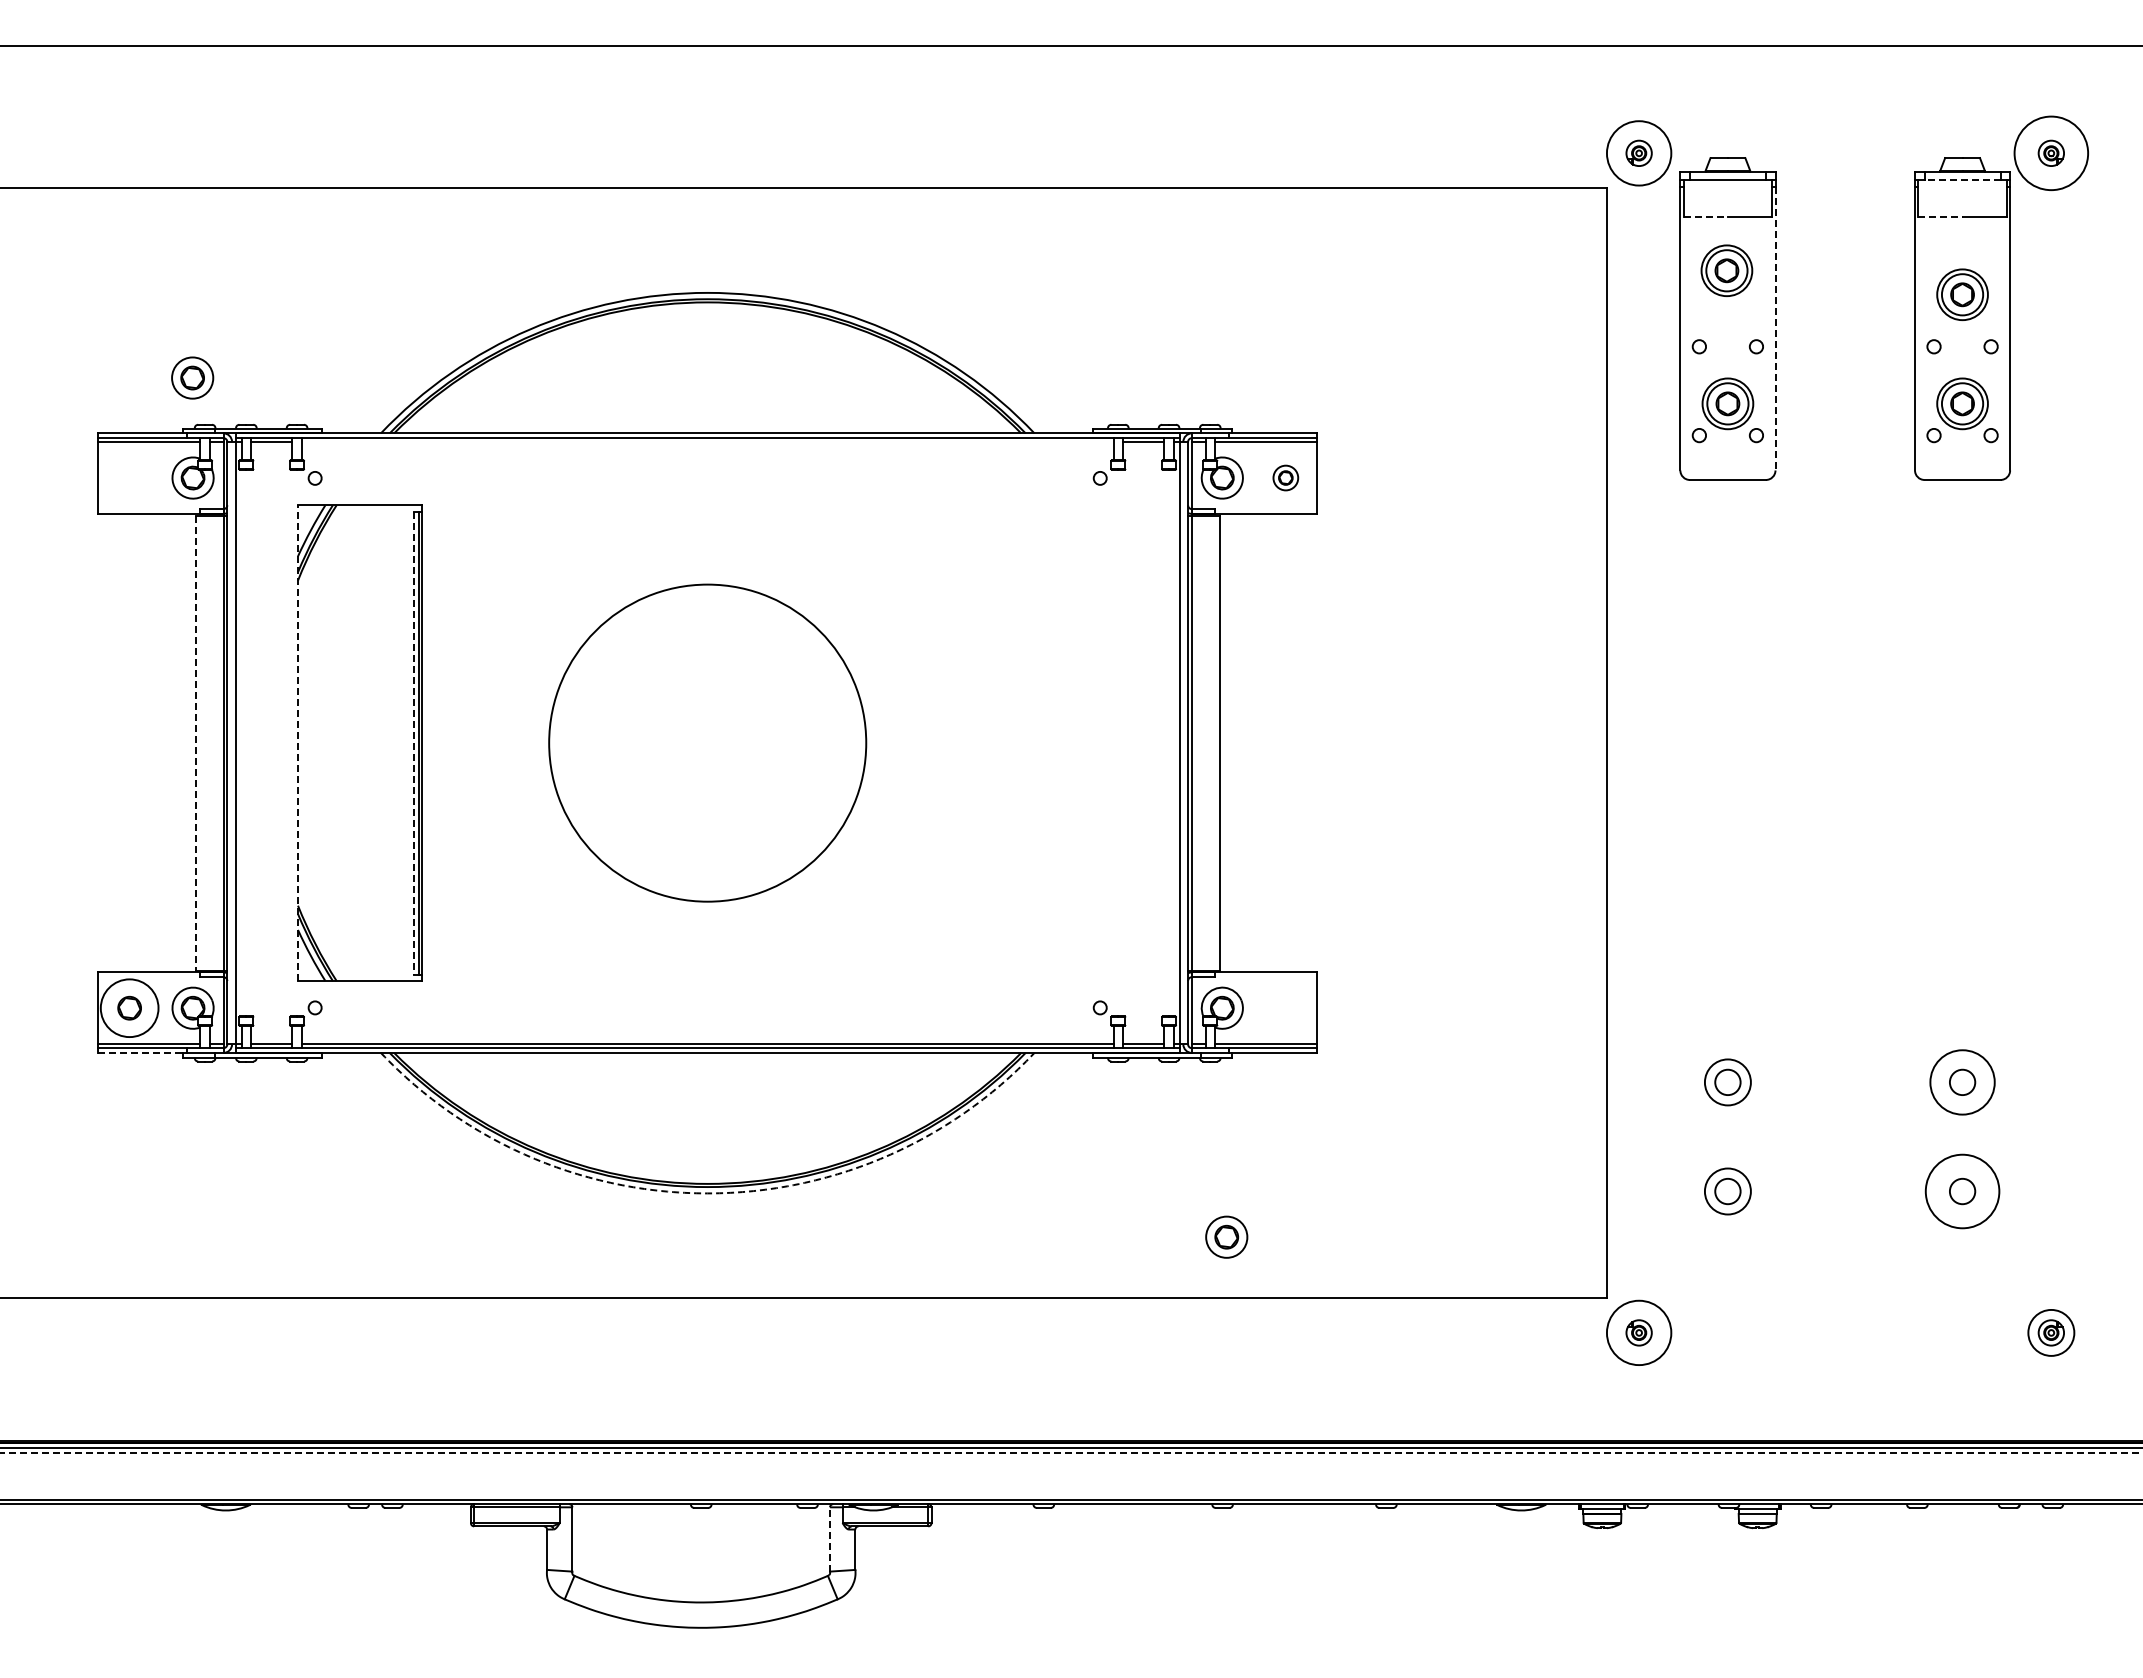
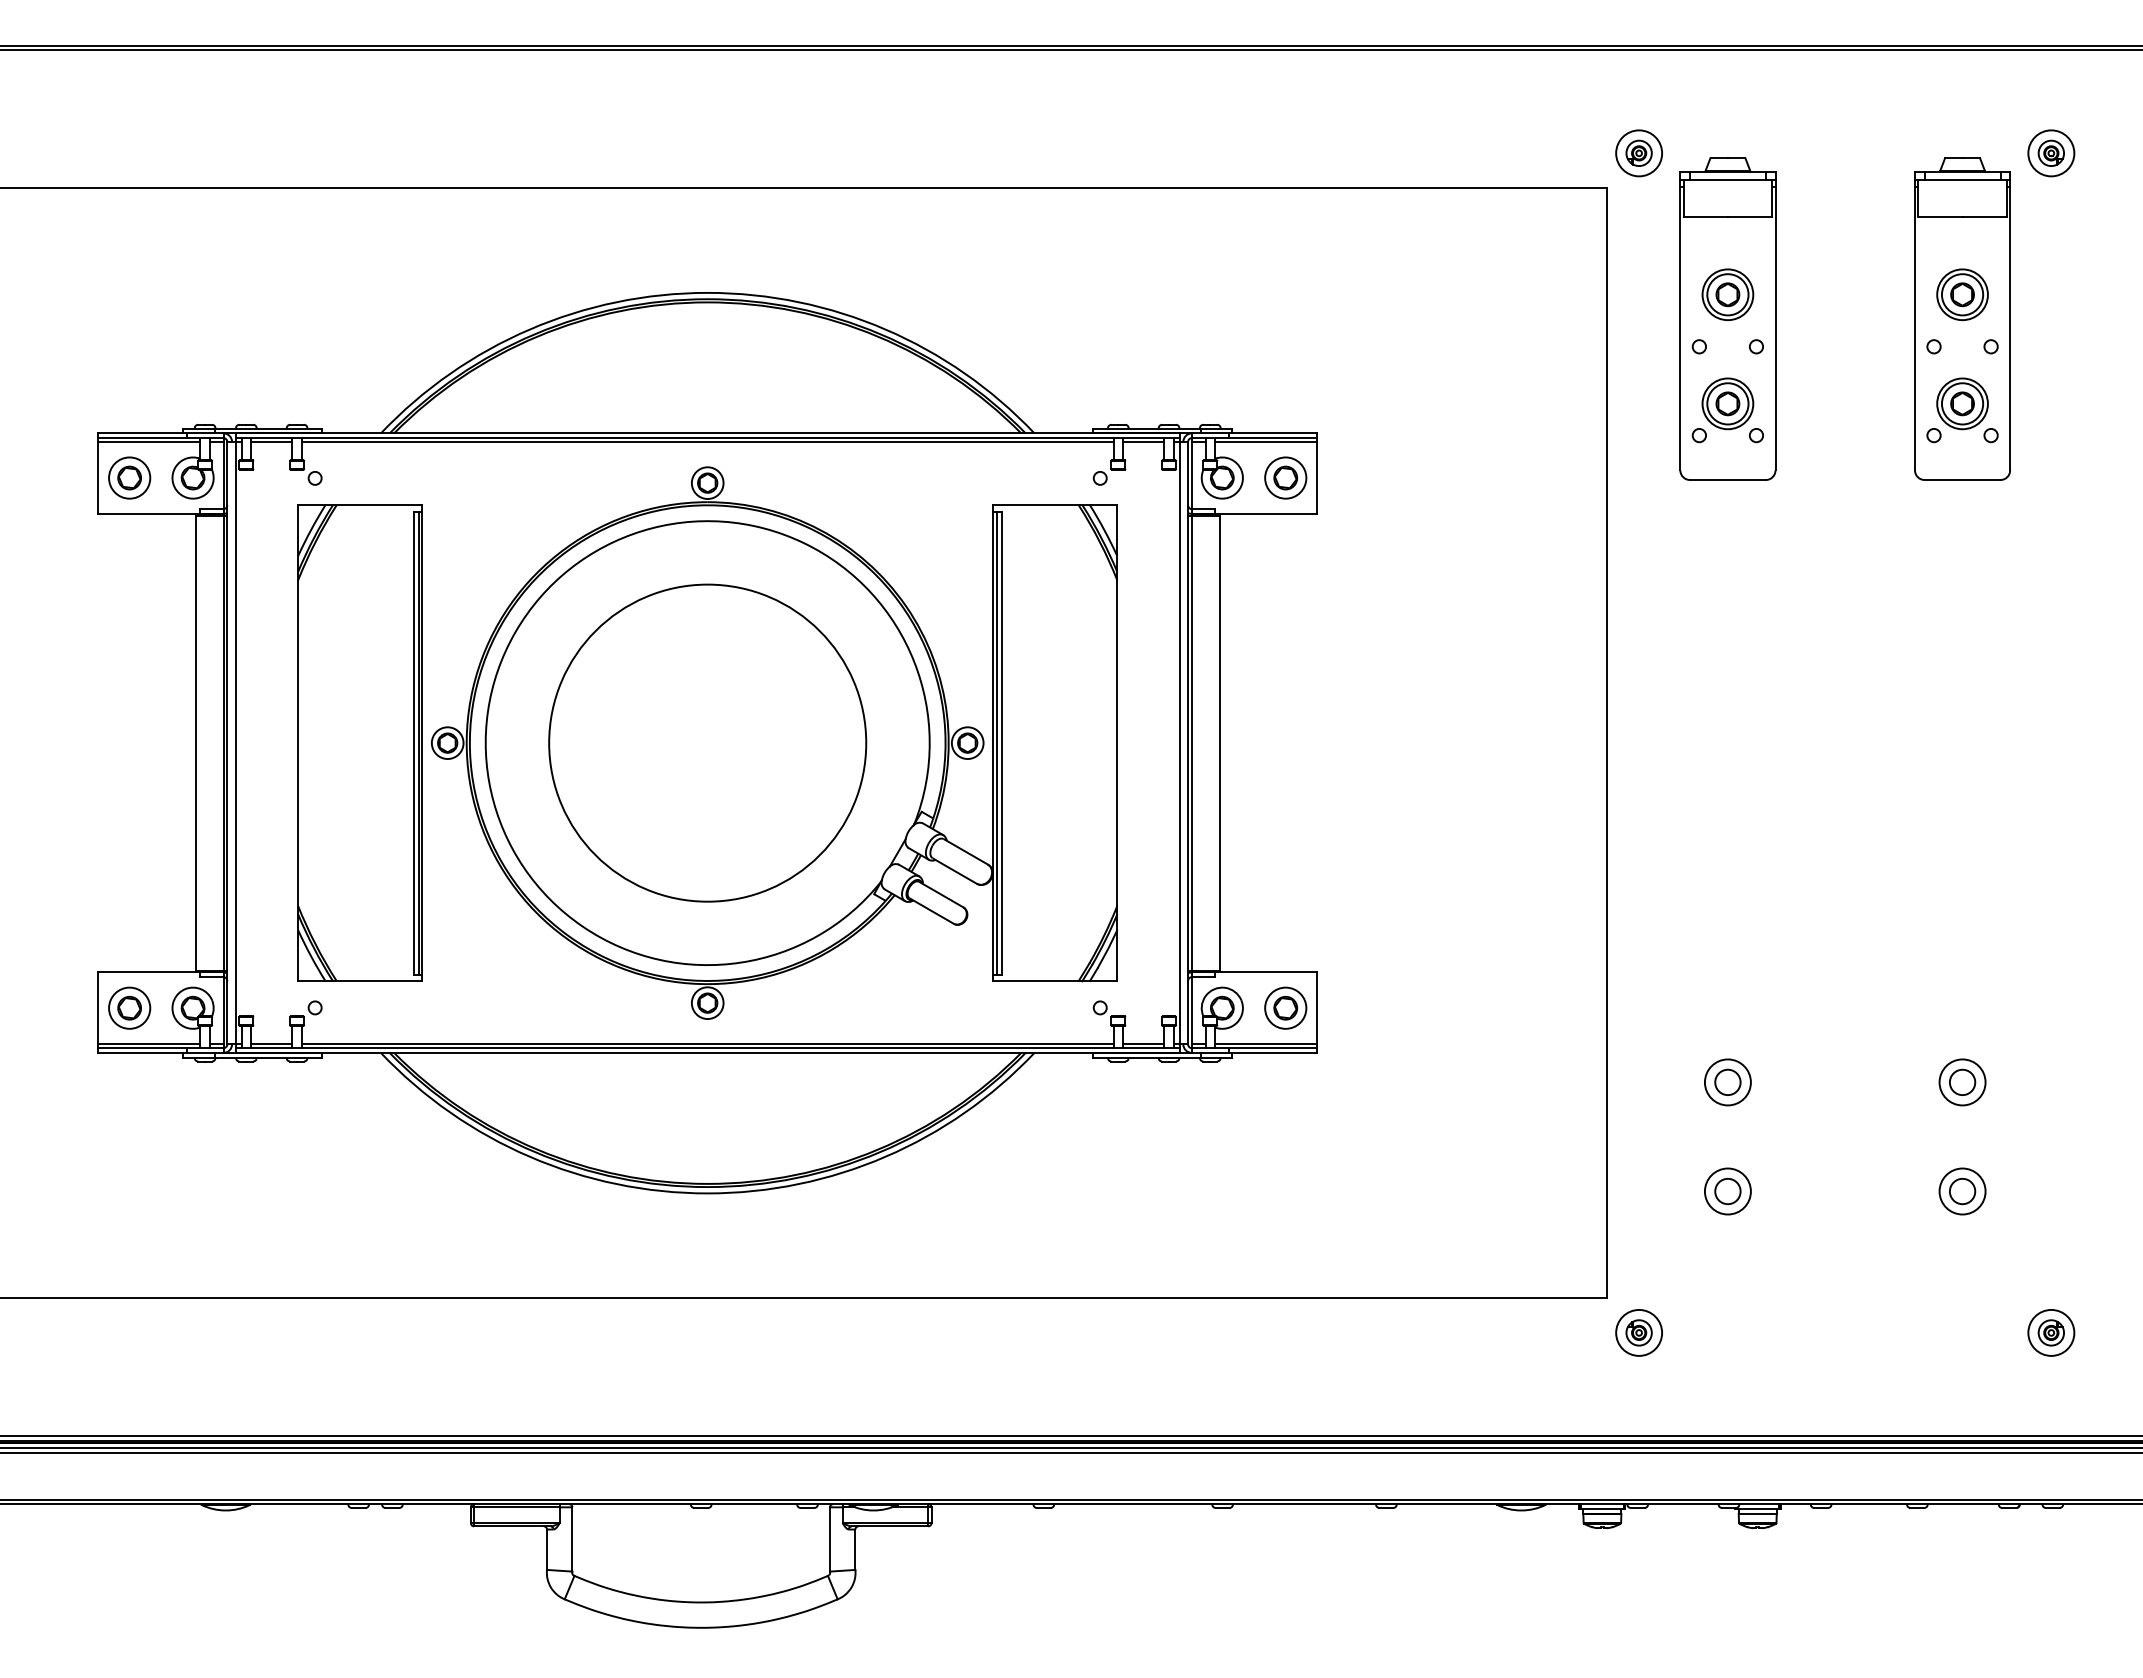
line at (1070, 50): none -> present
circle at (1638, 153) diameter: 64 px -> 46 px
circle at (2051, 153) diameter: 74 px -> 46 px
line at (1962, 180): dashed -> solid
line at (1706, 216): dashed -> solid
line at (1940, 216): dashed -> solid
part at (1726, 270) position: (1726, 270) -> (1727, 294)
line at (1775, 328): dashed -> solid
part at (192, 377) position: (192, 377) -> (129, 477)
line at (707, 441): none -> present
part at (1285, 477) size: 28x28 px -> 44x44 px
part at (774, 742): none -> present
line at (195, 743): dashed -> solid
line at (298, 743): dashed -> solid
line at (413, 743): dashed -> solid
circle at (129, 1008) diameter: 58 px -> 41 px
line at (140, 1052): dashed -> solid
circle at (1962, 1082) diameter: 64 px -> 46 px
circle at (1962, 1191) diameter: 74 px -> 46 px
arc at (707, 1193): dashed -> solid
part at (1226, 1236) position: (1226, 1236) -> (1285, 1007)
circle at (1638, 1332) diameter: 64 px -> 46 px
line at (1070, 1436): none -> present
line at (1071, 1452): dashed -> solid
line at (830, 1538): dashed -> solid
